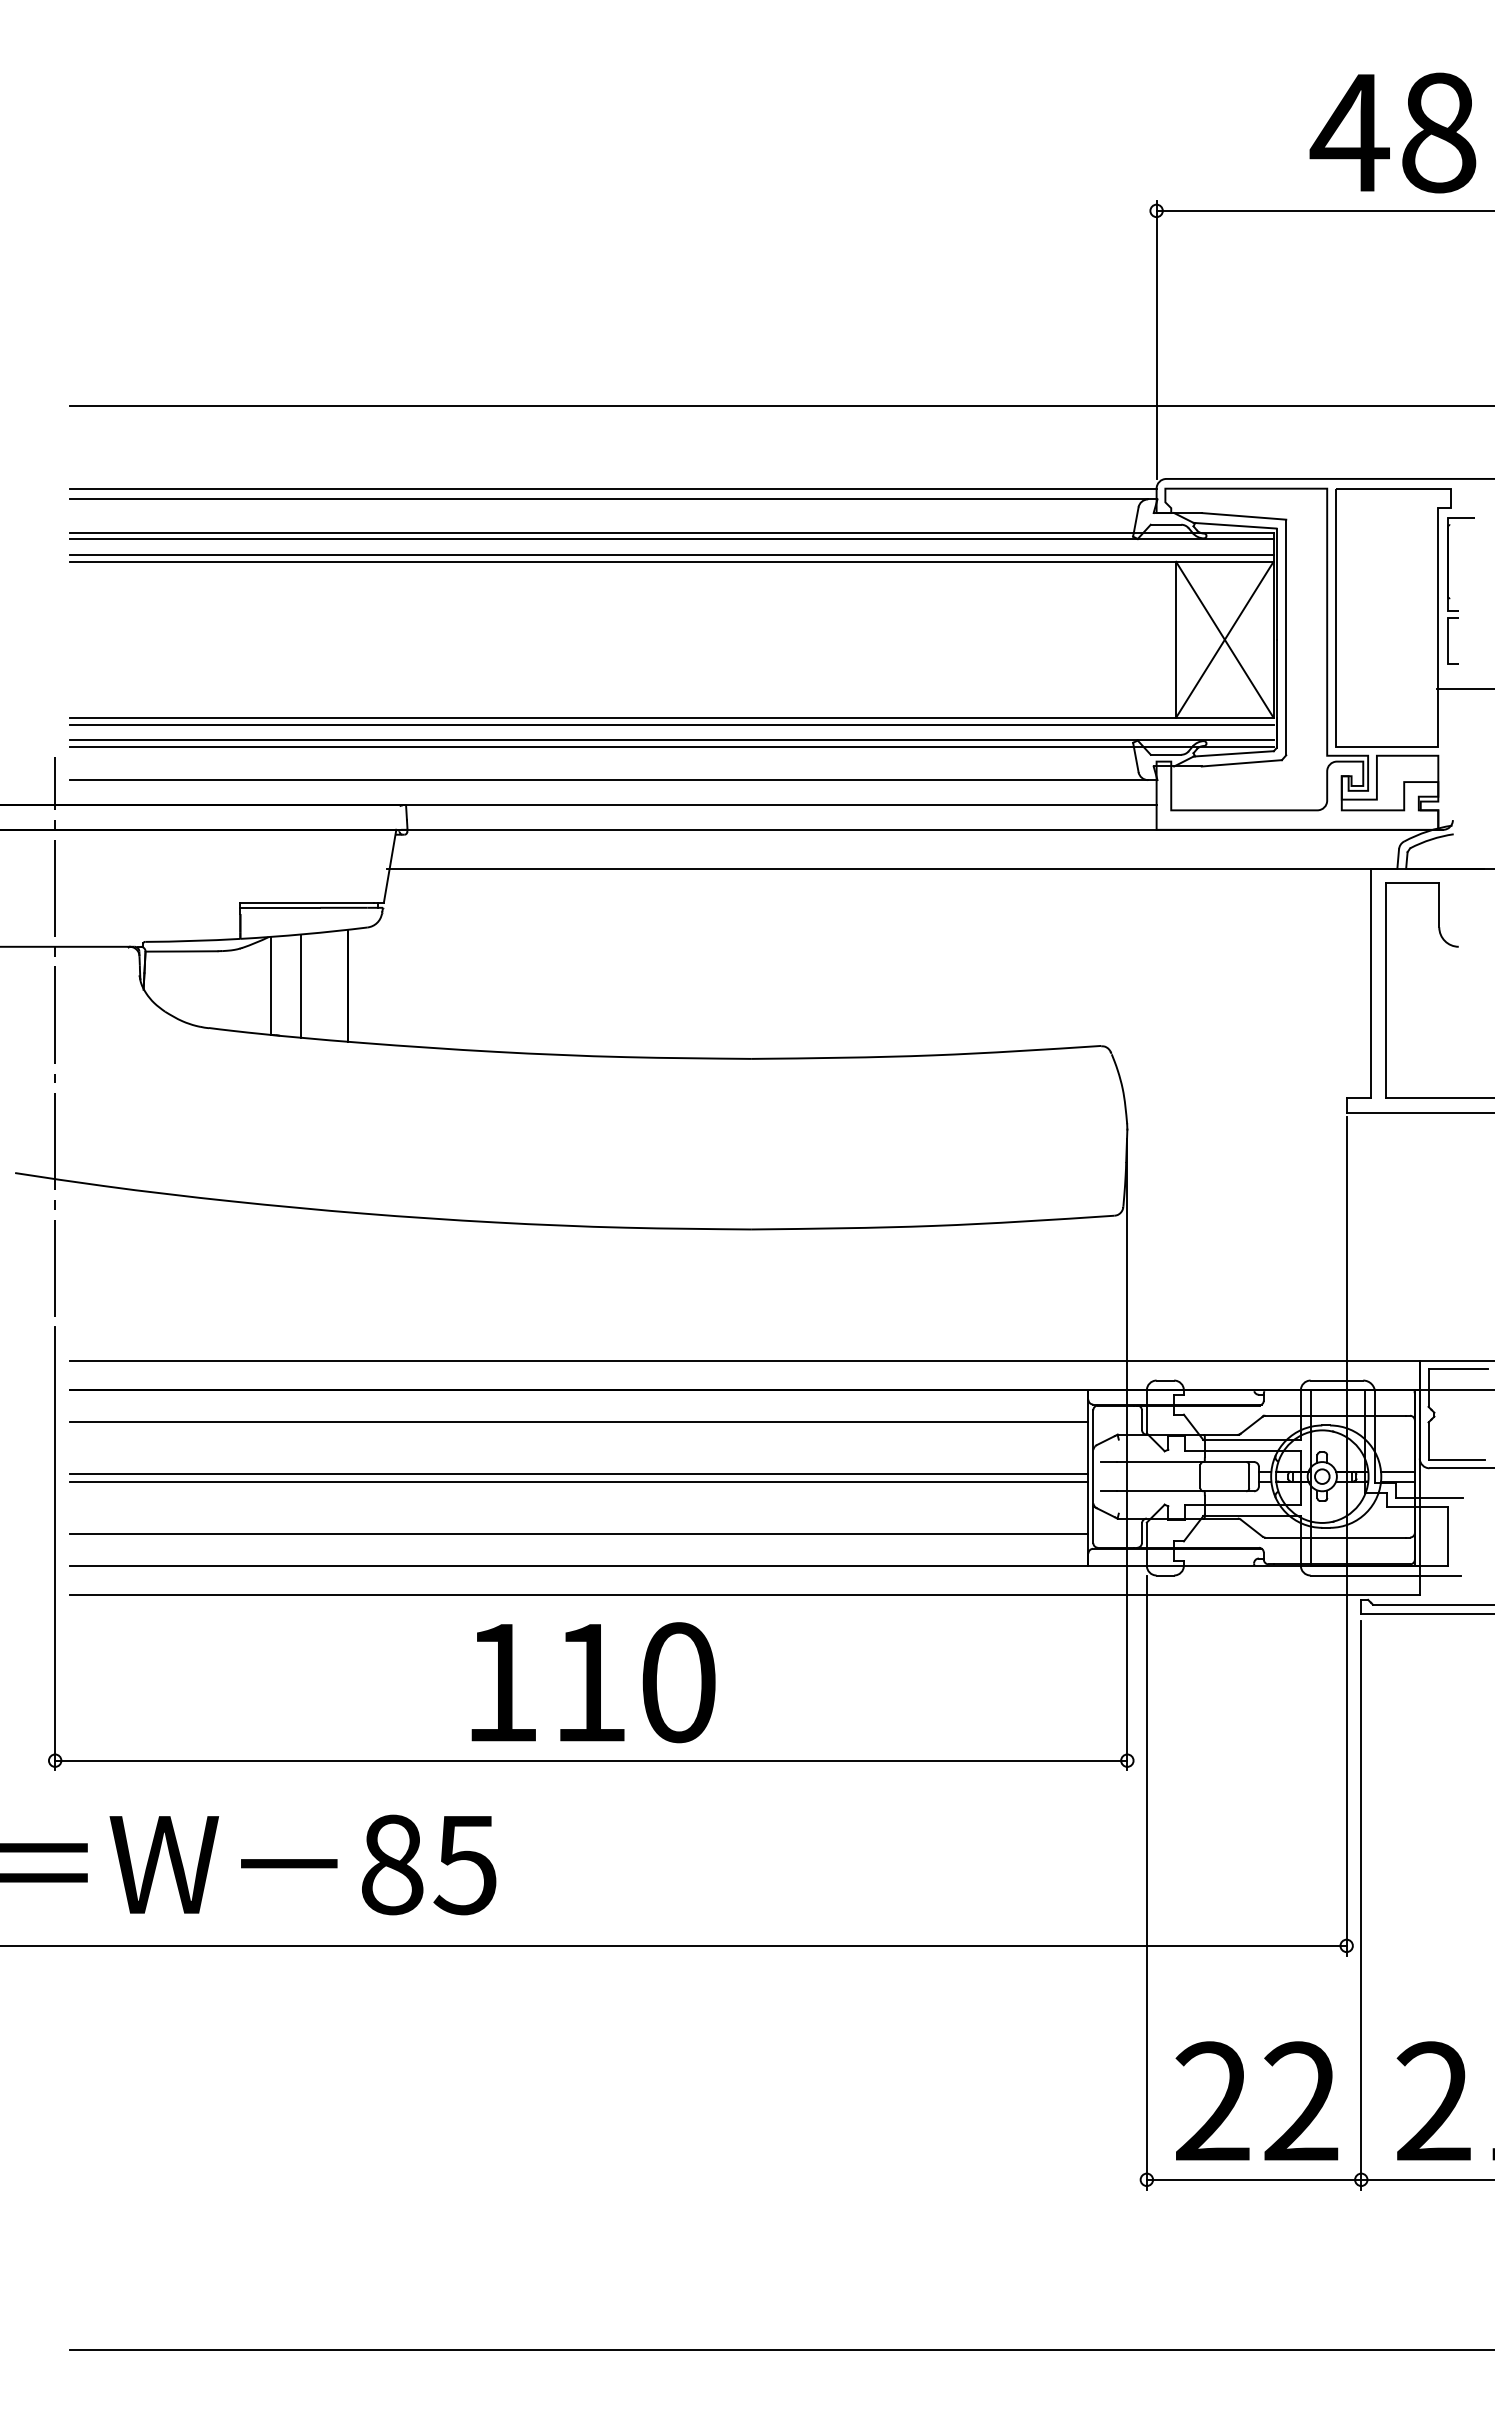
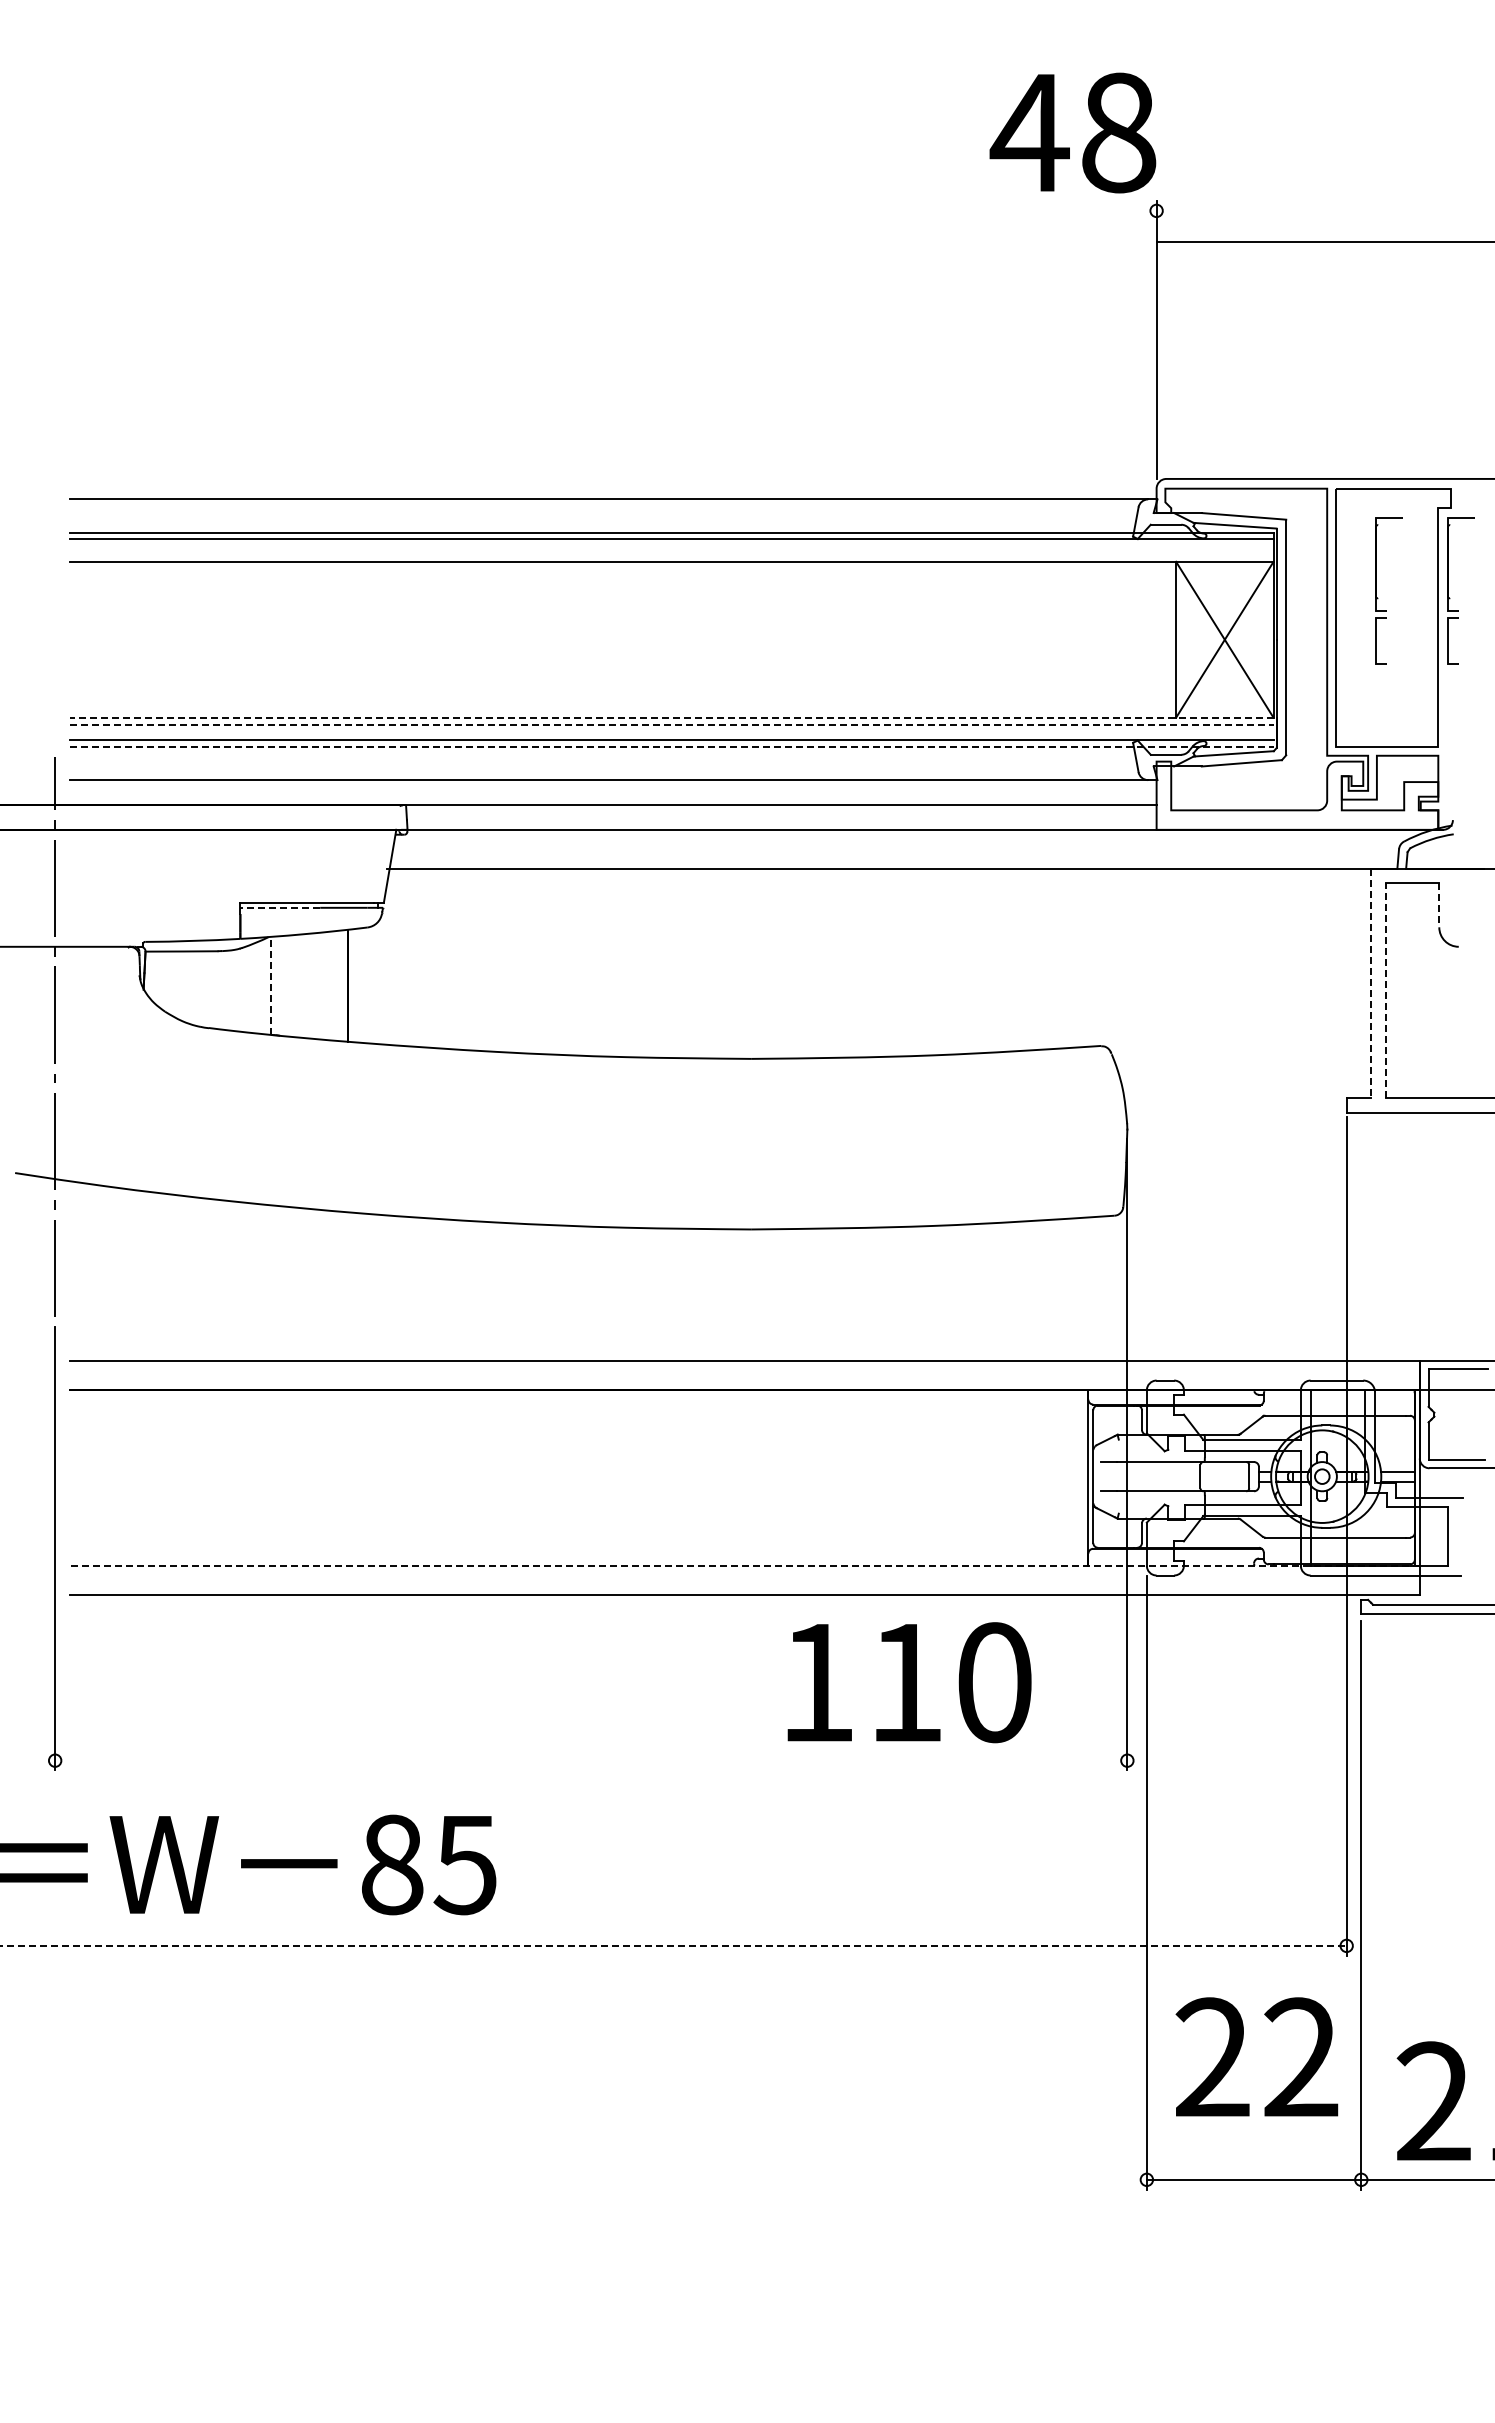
text at (1392, 132) position: (1392, 132) -> (1072, 132)
line at (1323, 210) position: (1323, 210) -> (1323, 241)
line at (780, 405): present -> none
line at (612, 488): present -> none
line at (671, 554): present -> none
part at (1376, 590): none -> present
line at (1464, 688): present -> none
line at (671, 717): solid -> dashed
line at (671, 724): solid -> dashed
line at (671, 746): solid -> dashed
line at (1439, 905): solid -> dashed
line at (280, 907): solid -> dashed
line at (1371, 983): solid -> dashed
line at (270, 985): solid -> dashed
line at (301, 985): present -> none
line at (1385, 990): solid -> dashed
line at (578, 1421): present -> none
line at (578, 1473): present -> none
line at (578, 1482): present -> none
line at (578, 1534): present -> none
line at (744, 1565): solid -> dashed
text at (593, 1682) position: (593, 1682) -> (909, 1682)
line at (591, 1760): present -> none
line at (673, 1945): solid -> dashed
text at (1256, 2100) position: (1256, 2100) -> (1256, 2056)
line at (780, 2350): present -> none
